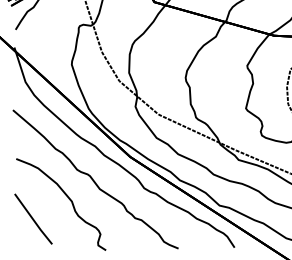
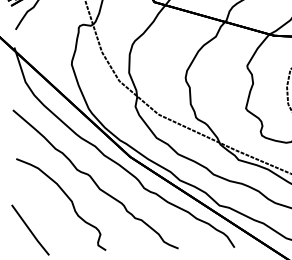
line at (33, 218) position: (33, 218) -> (30, 229)
